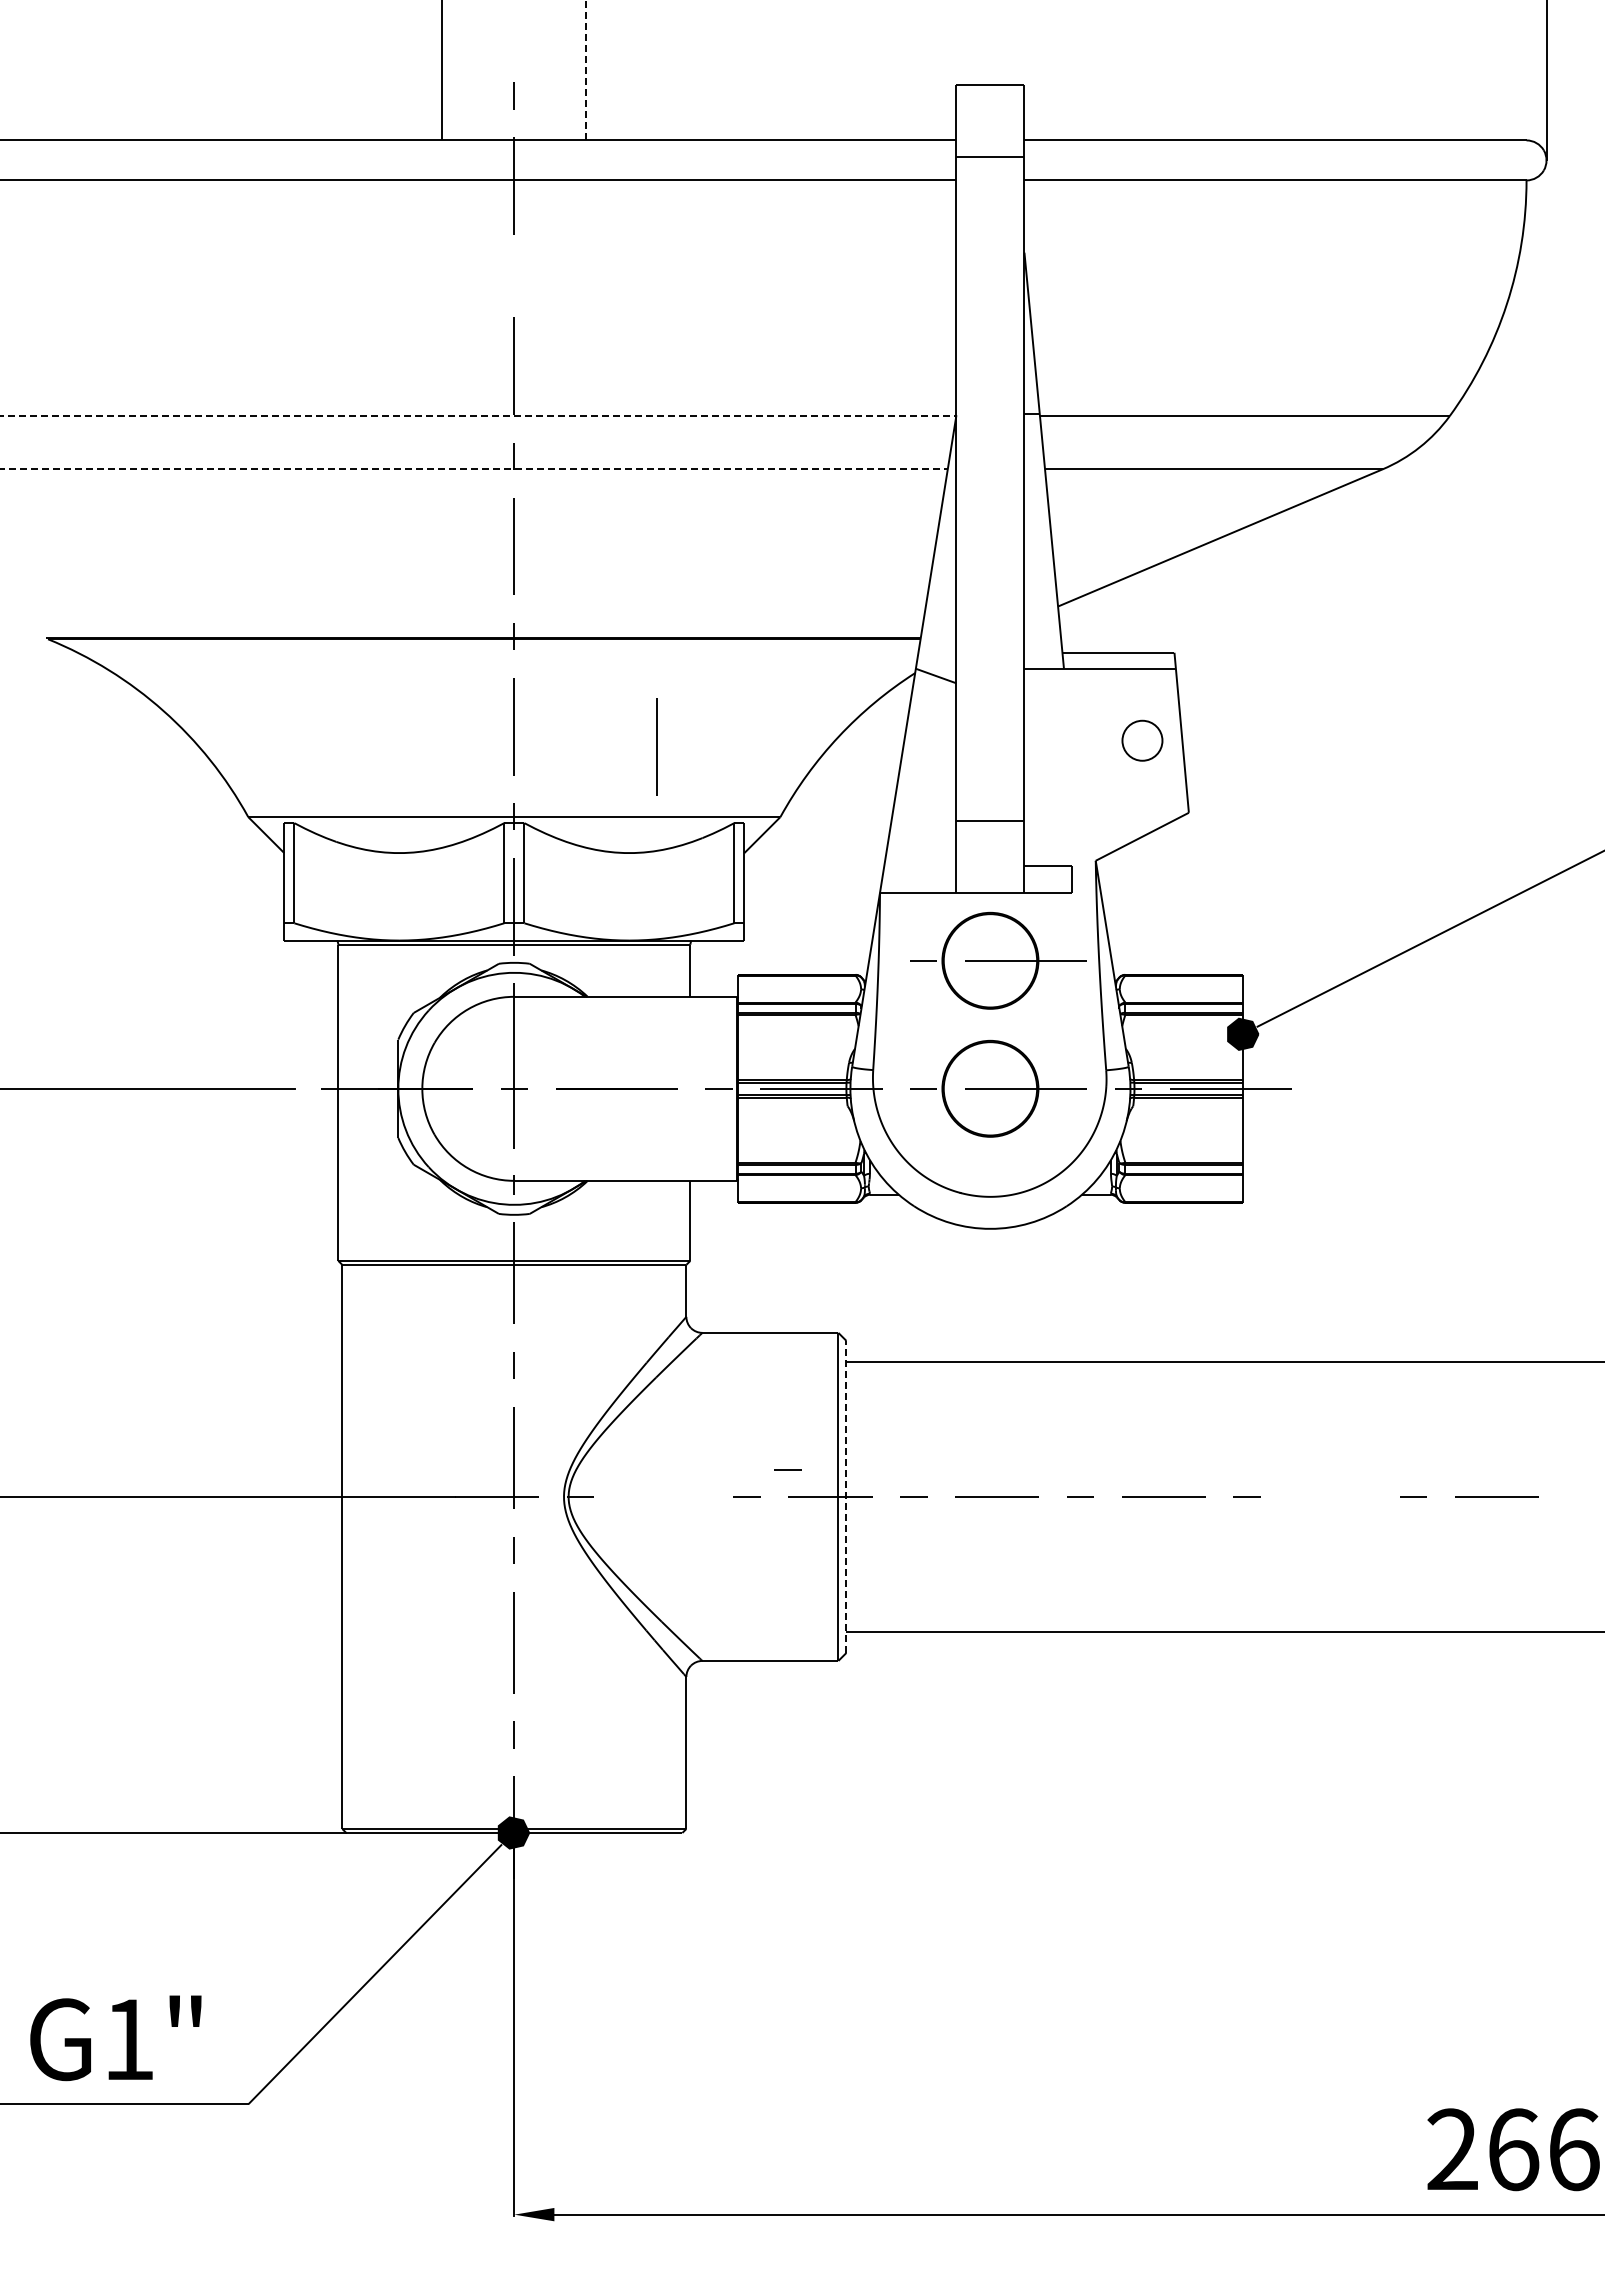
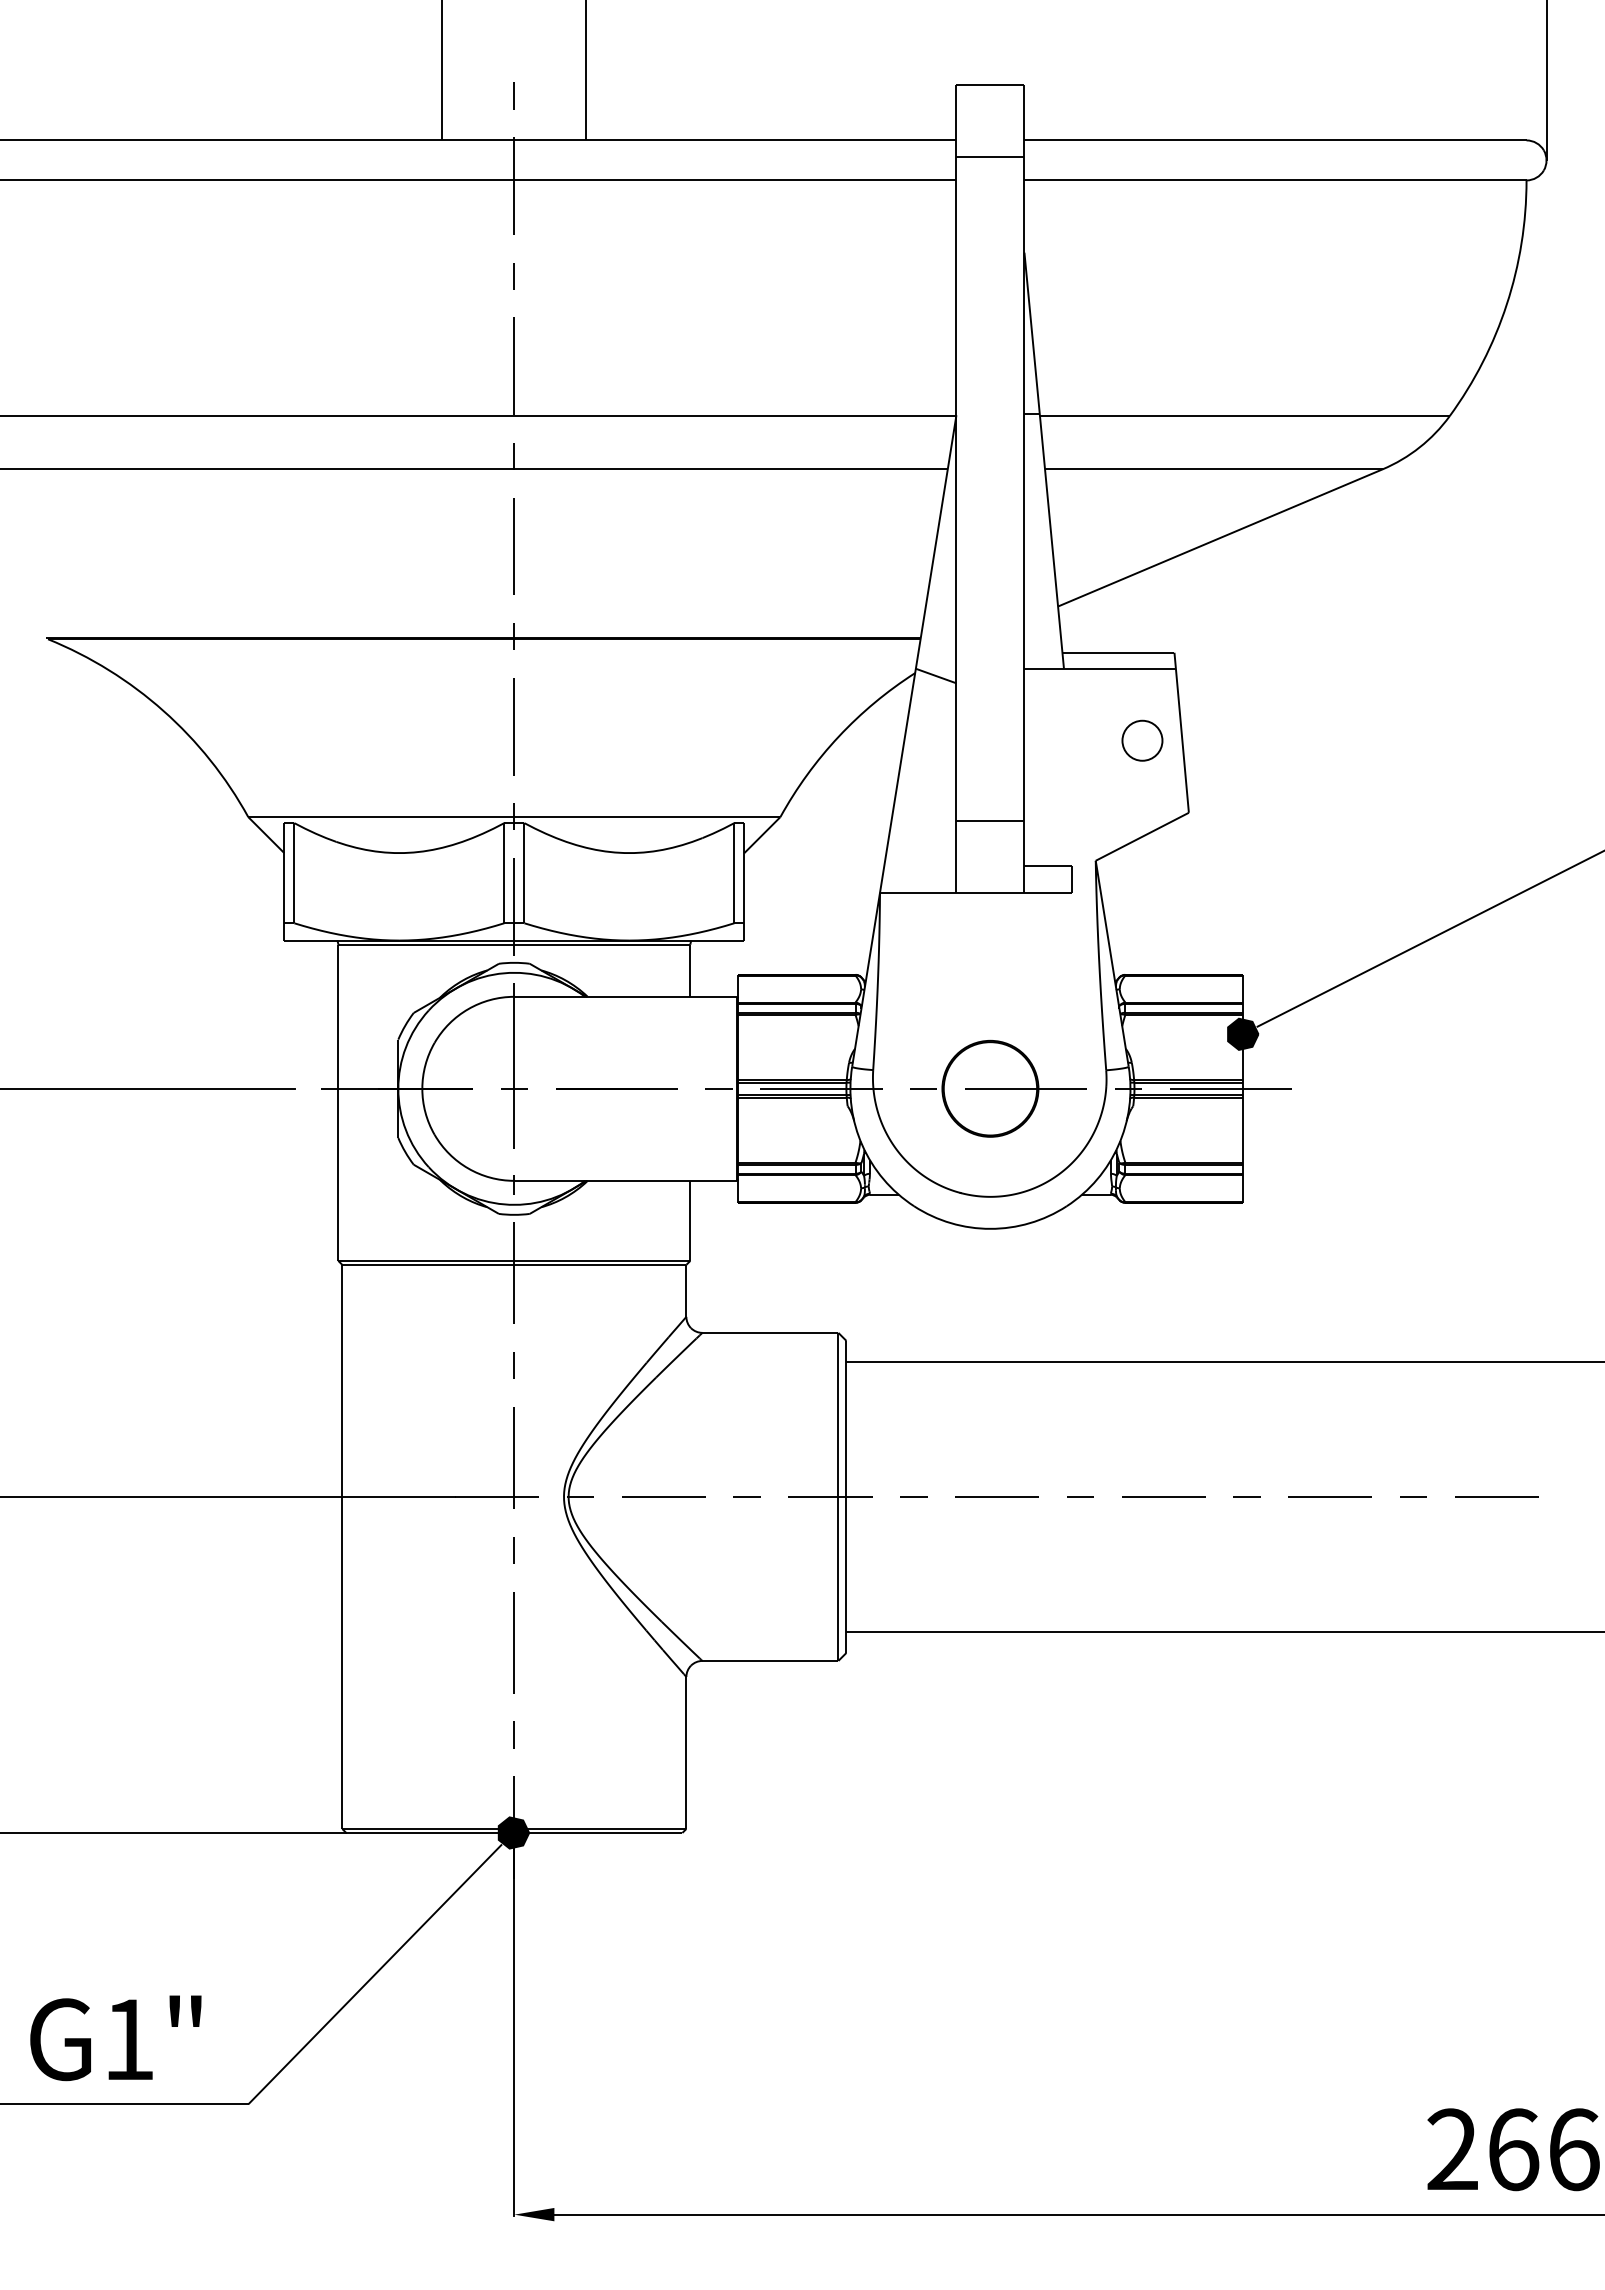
line at (586, 70): dashed -> solid
line at (513, 276): none -> present
line at (478, 416): dashed -> solid
line at (474, 469): dashed -> solid
line at (656, 746): present -> none
part at (998, 960): present -> none
line at (787, 1469): present -> none
line at (663, 1496): none -> present
line at (846, 1496): dashed -> solid
line at (1329, 1496): none -> present
